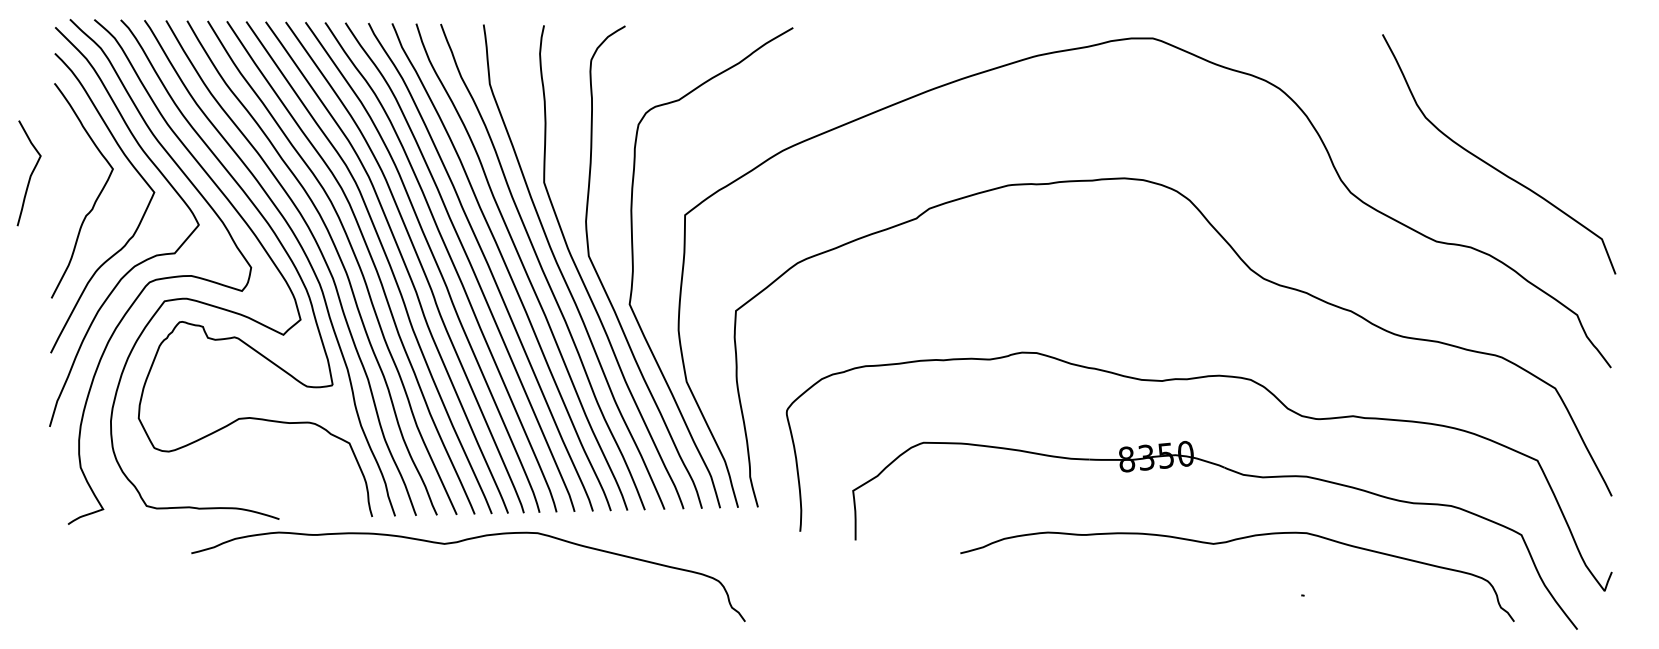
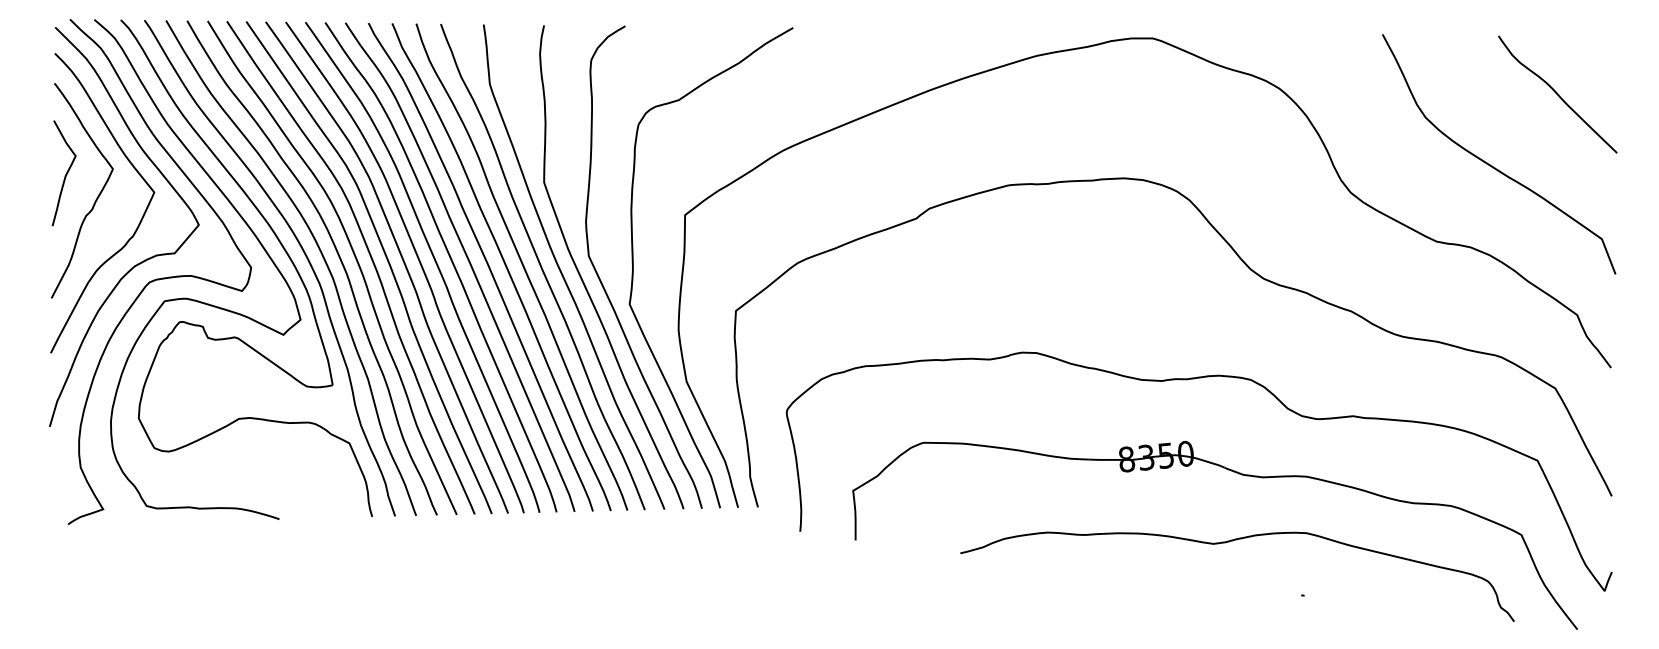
curve at (1557, 94): none -> present
curve at (30, 174) position: (30, 174) -> (65, 174)
curve at (460, 542): present -> none
